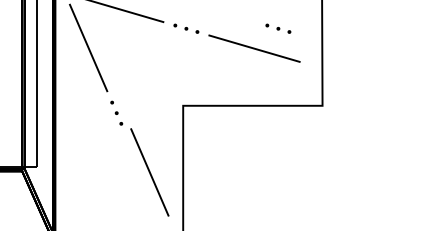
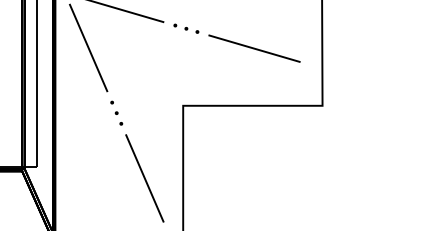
part at (278, 28): present -> none
line at (149, 172) position: (149, 172) -> (144, 178)
